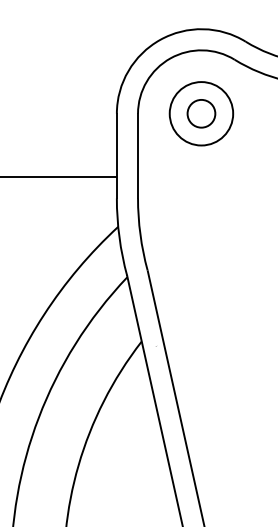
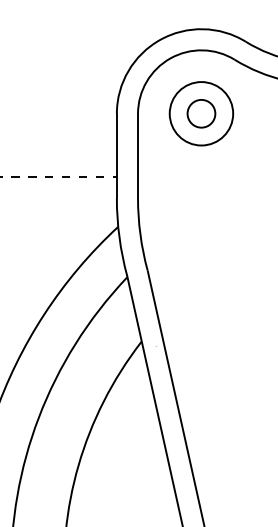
line at (58, 177): solid -> dashed
